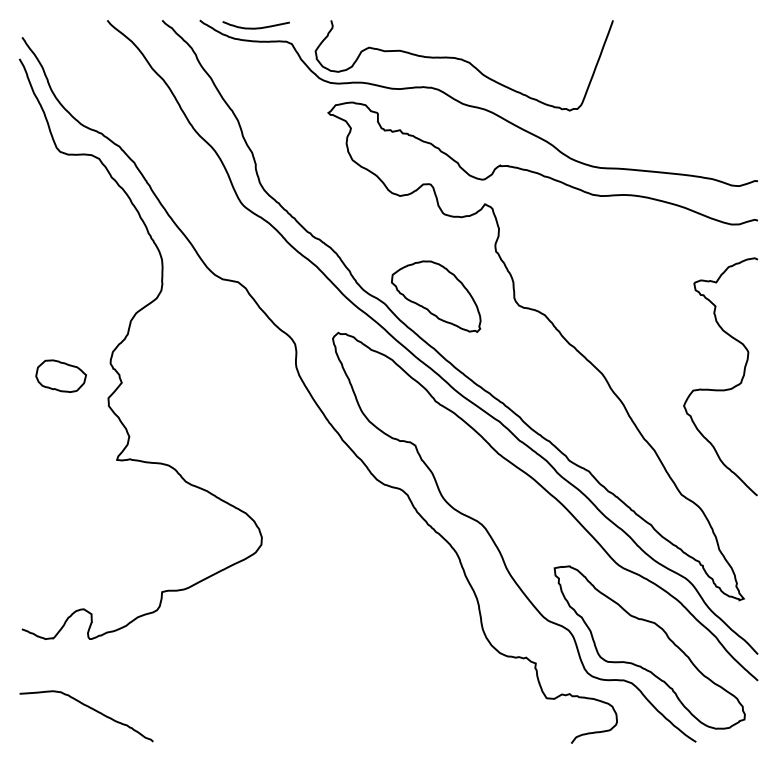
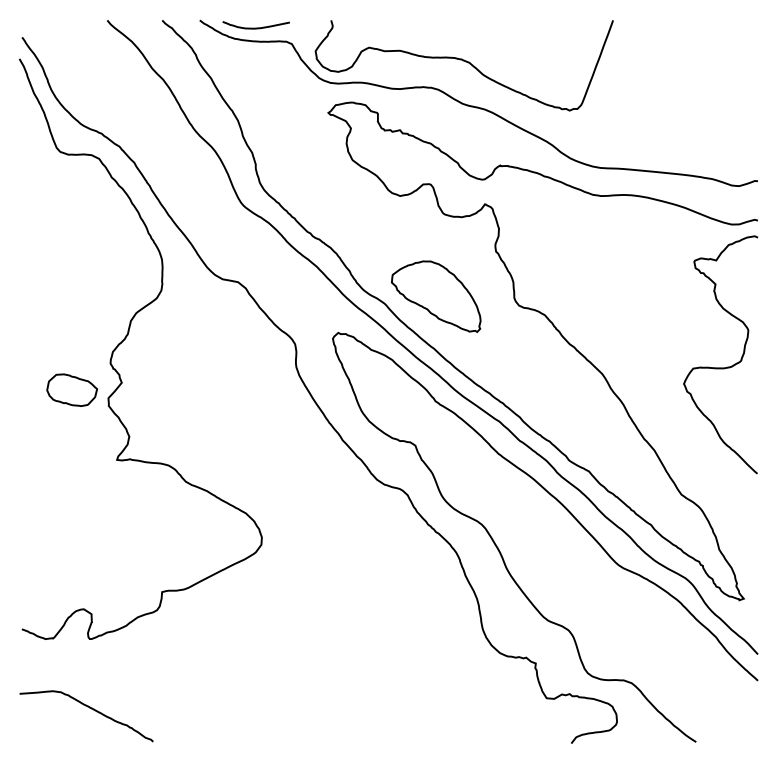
part at (60, 375) position: (60, 375) -> (71, 389)
curve at (720, 389) position: (720, 389) -> (720, 367)
part at (649, 647): present -> none
